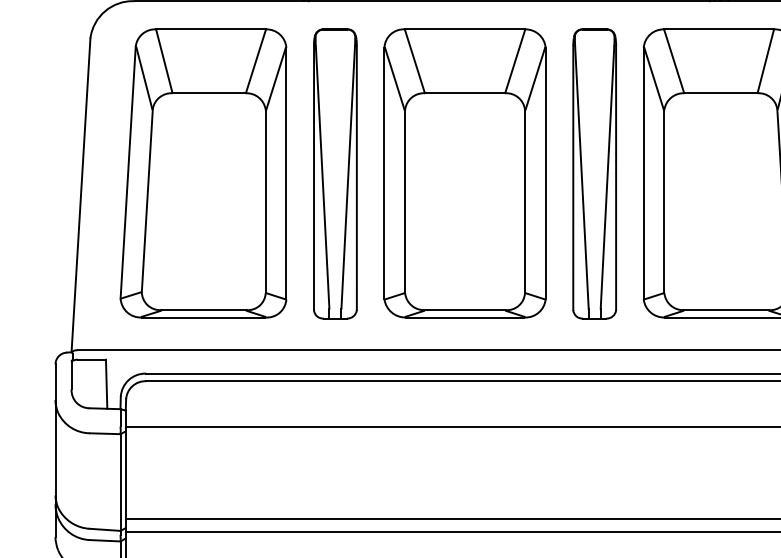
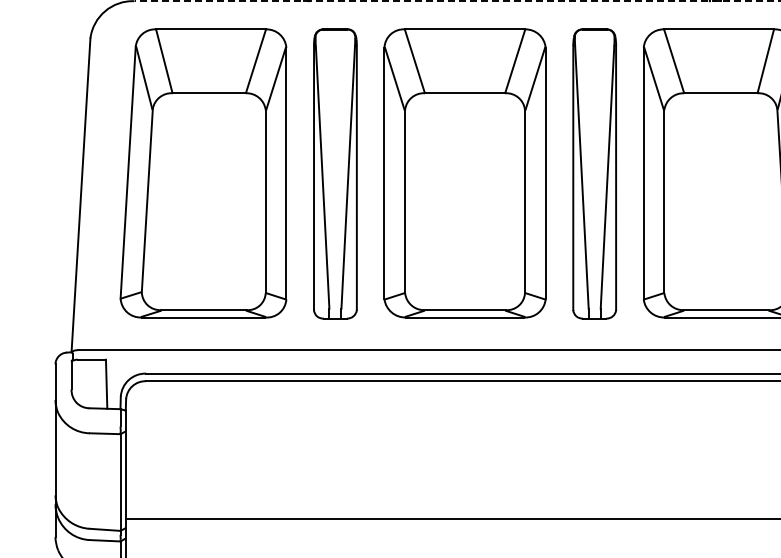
line at (457, 1): solid -> dashed
line at (451, 427): present -> none
line at (451, 532): present -> none
